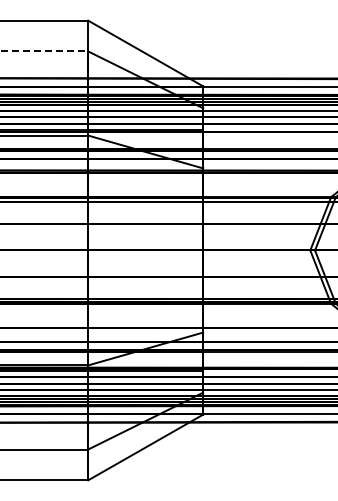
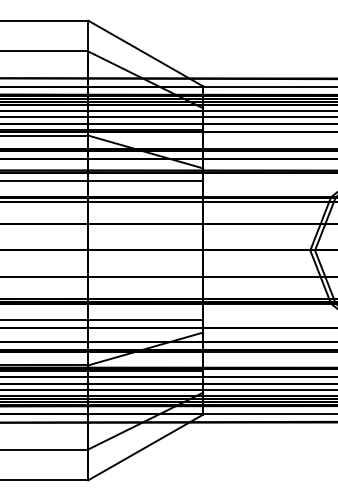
line at (44, 51): dashed -> solid
line at (102, 180): none -> present
line at (102, 320): none -> present
